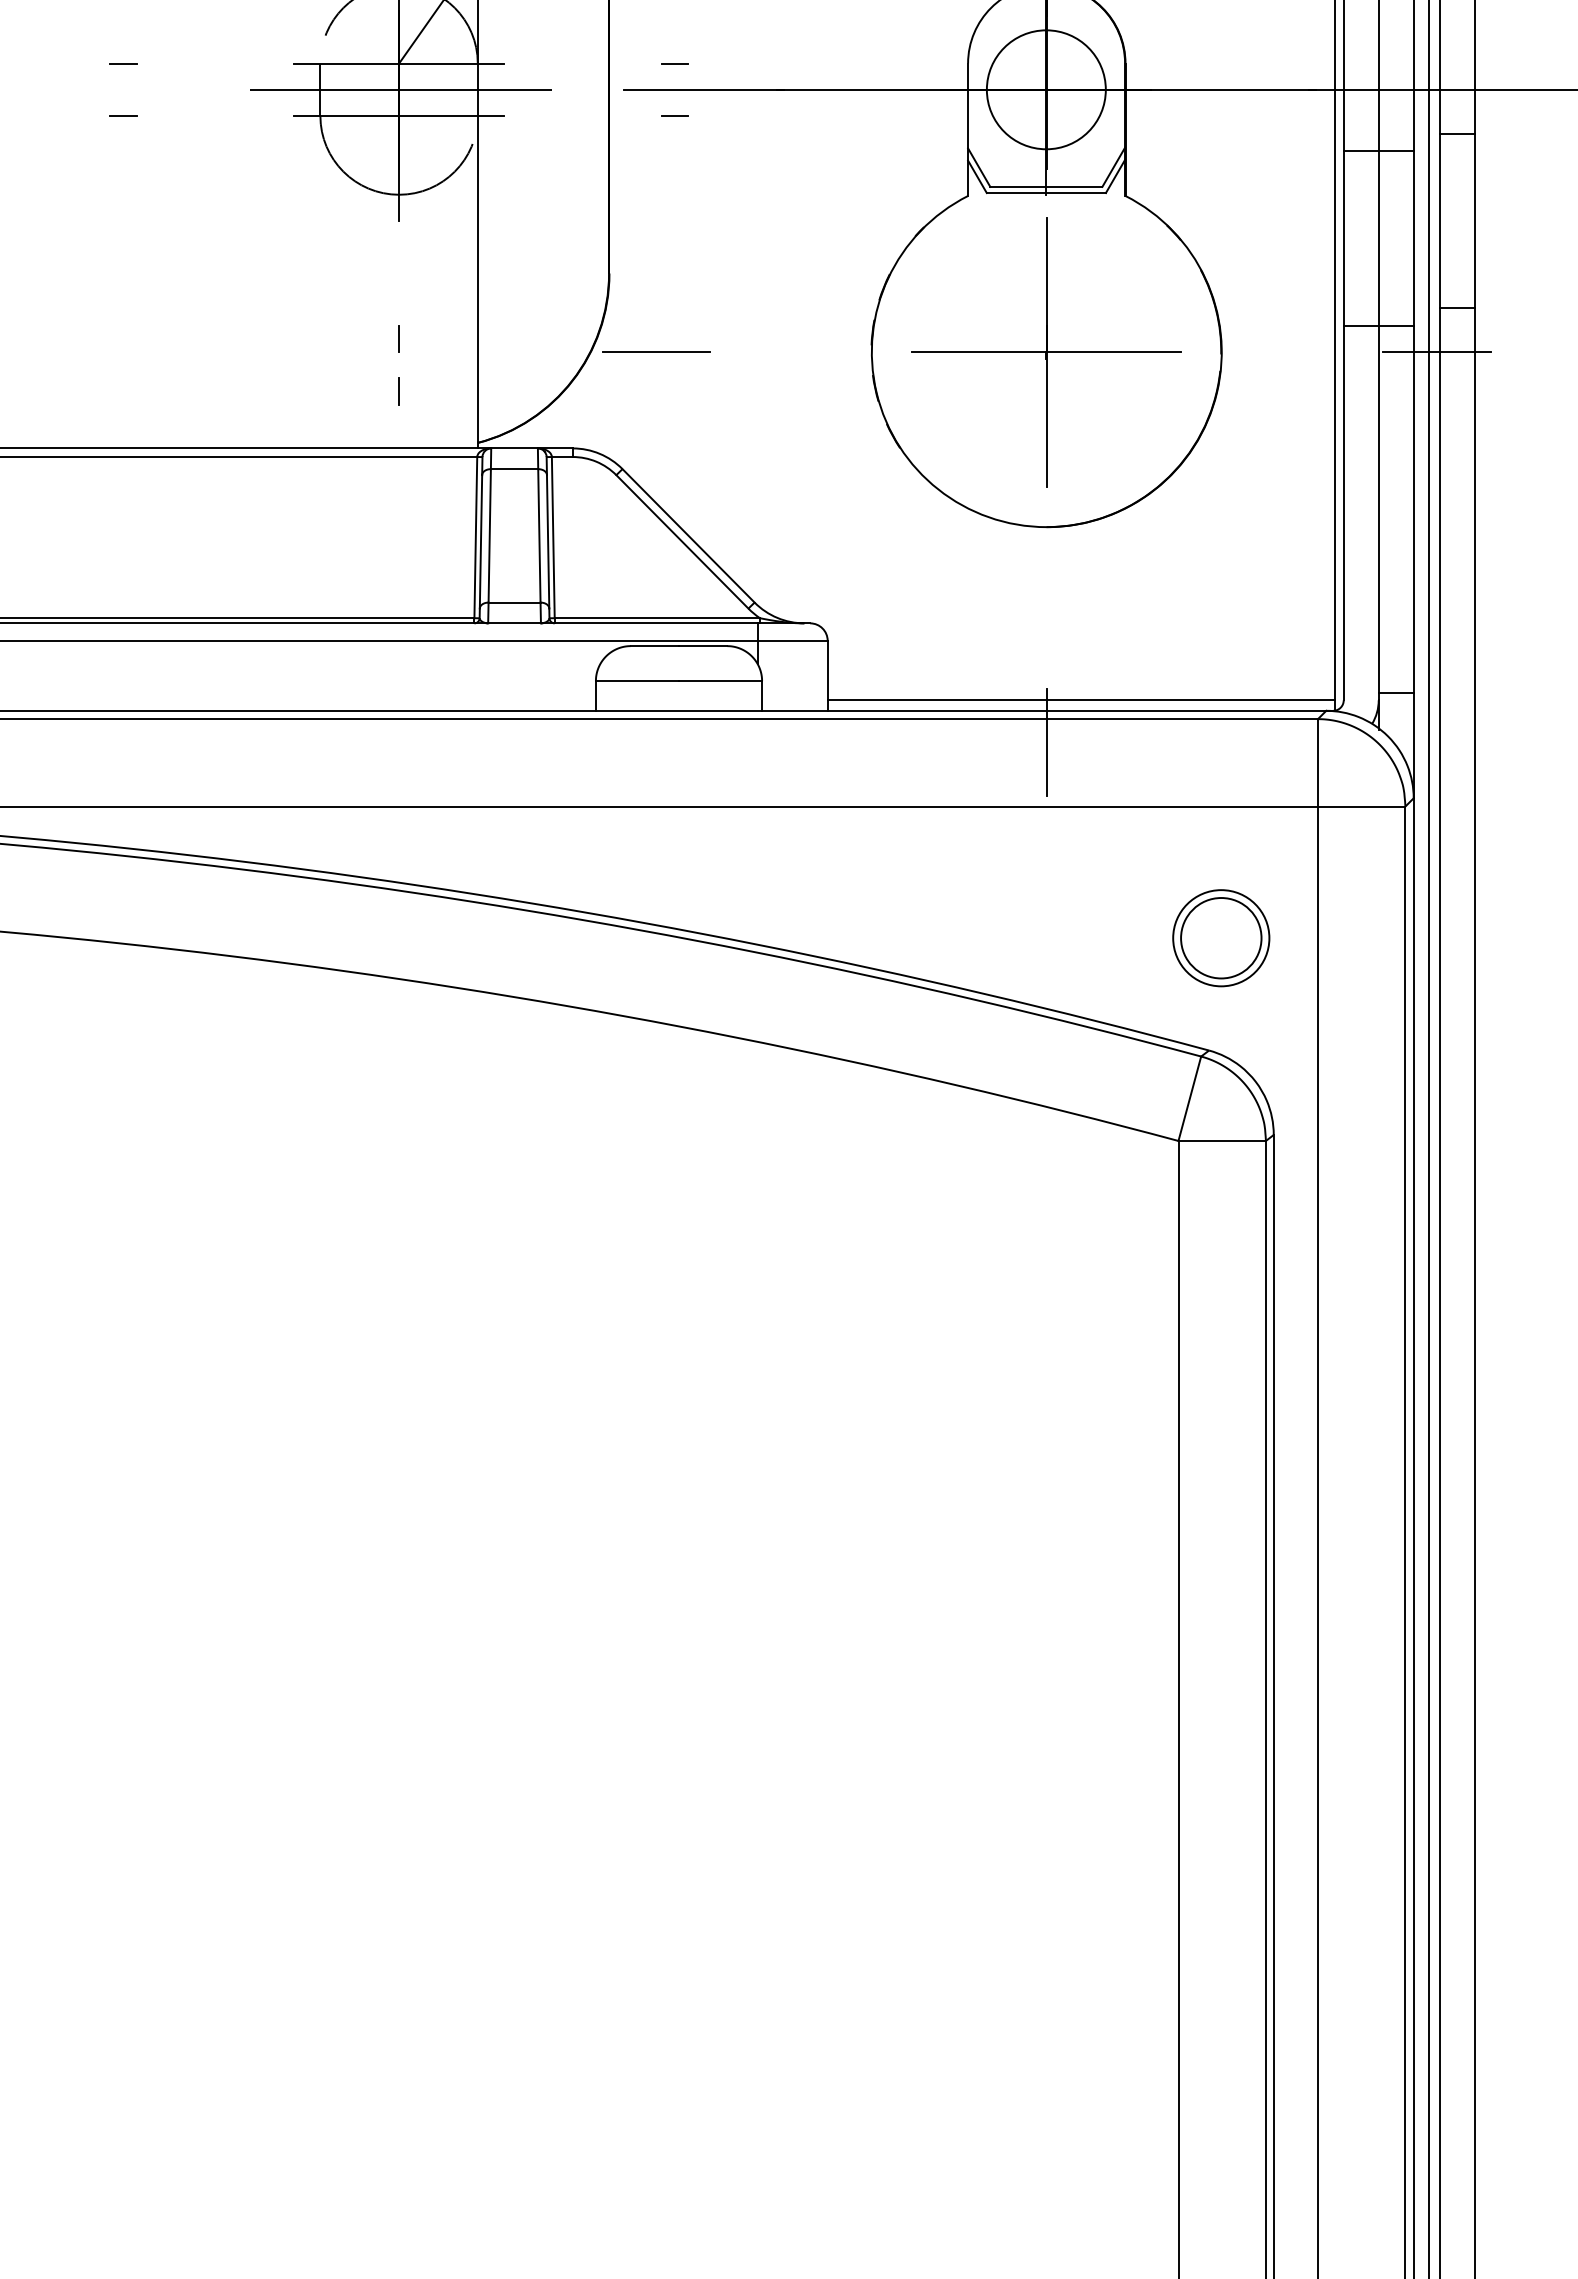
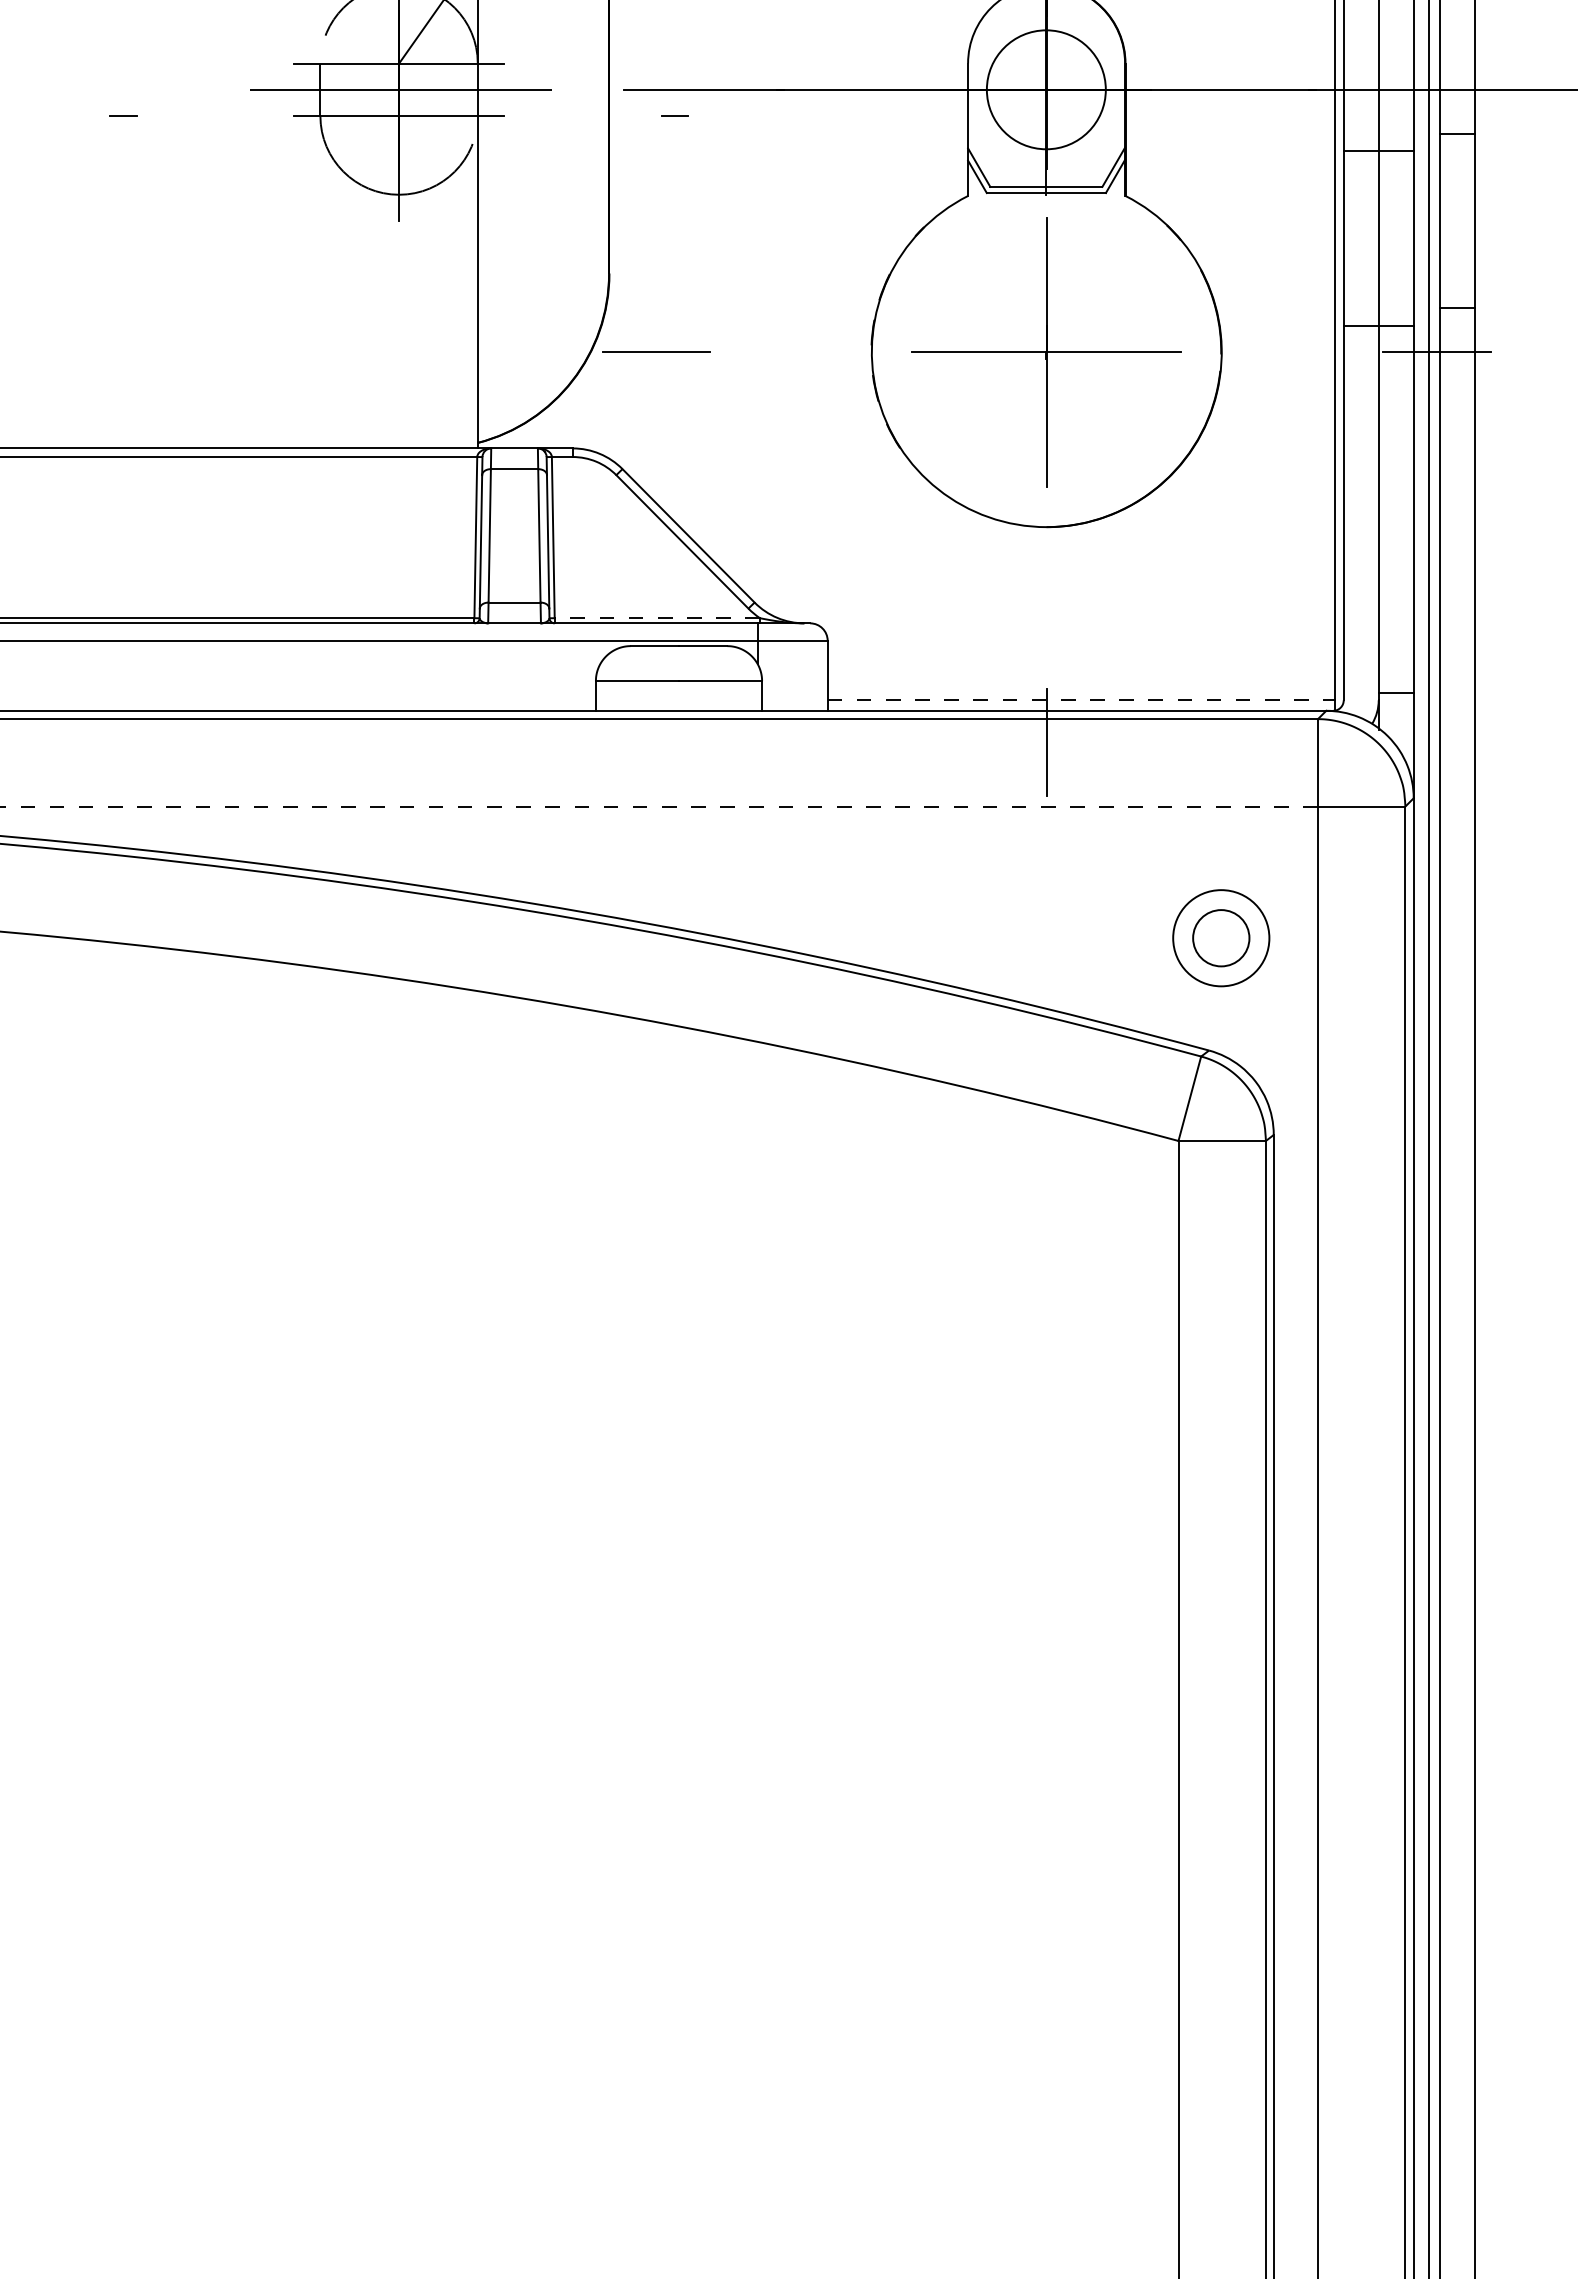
line at (123, 63): present -> none
line at (674, 63): present -> none
line at (399, 338): present -> none
line at (399, 391): present -> none
line at (657, 618): solid -> dashed
line at (1081, 700): solid -> dashed
line at (658, 806): solid -> dashed
circle at (1221, 938) diameter: 80 px -> 56 px
